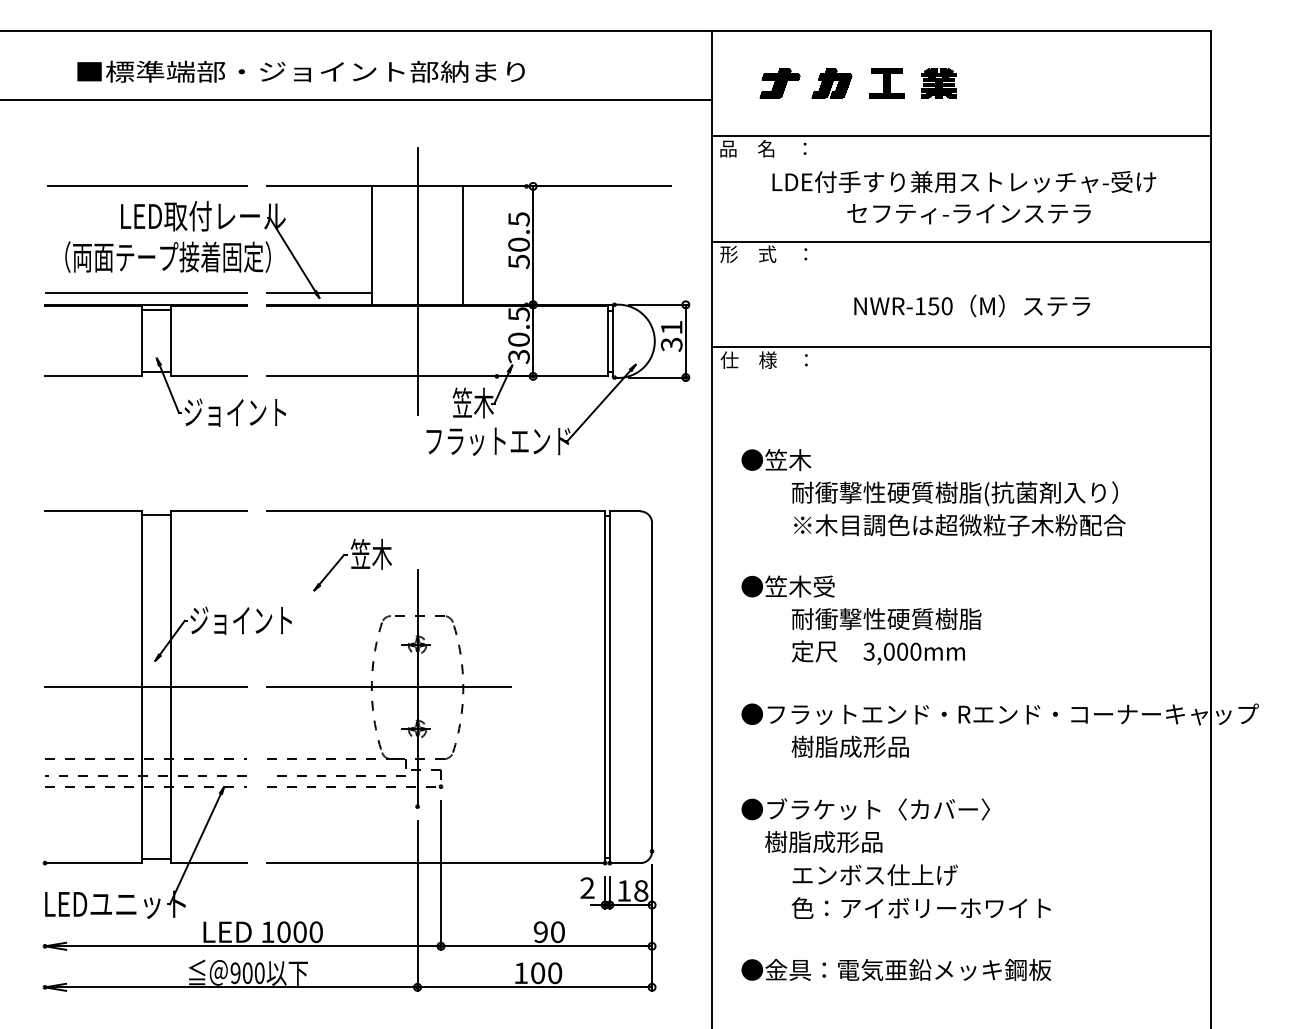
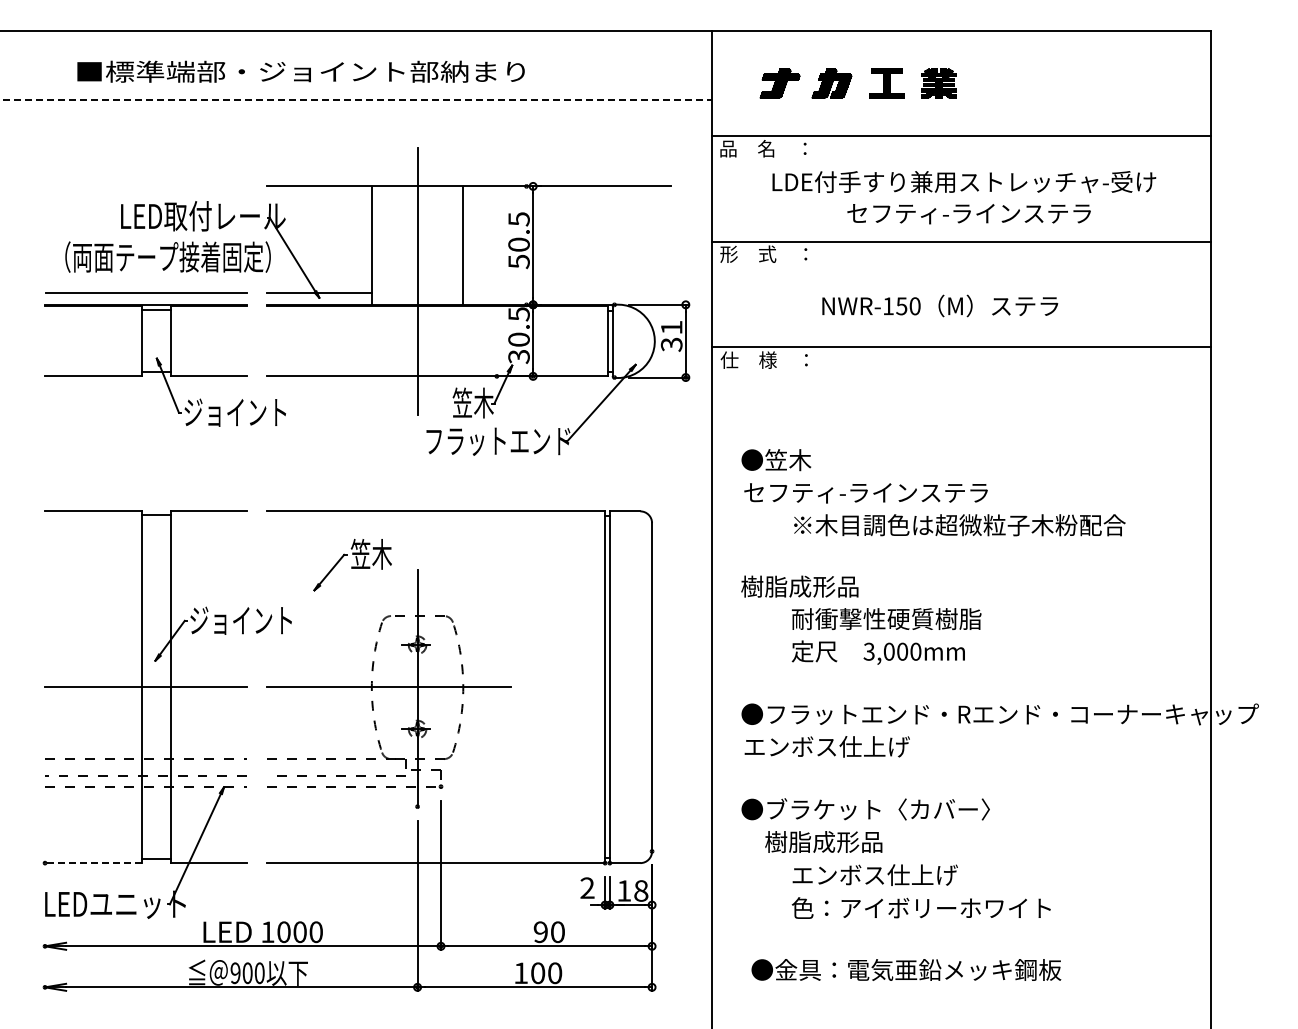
line at (356, 99): solid -> dashed
line at (147, 186): present -> none
text at (972, 305) position: (972, 305) -> (940, 305)
text at (930, 493): 耐衝撃性硬質樹脂(抗菌剤入り） -> セフティ-ラインステラ
text at (799, 586): ●笠木受 -> 樹脂成形品
text at (826, 746): 樹脂成形品 -> エンボス仕上げ
line at (93, 863): solid -> dashed
text at (896, 969) position: (896, 969) -> (906, 969)
